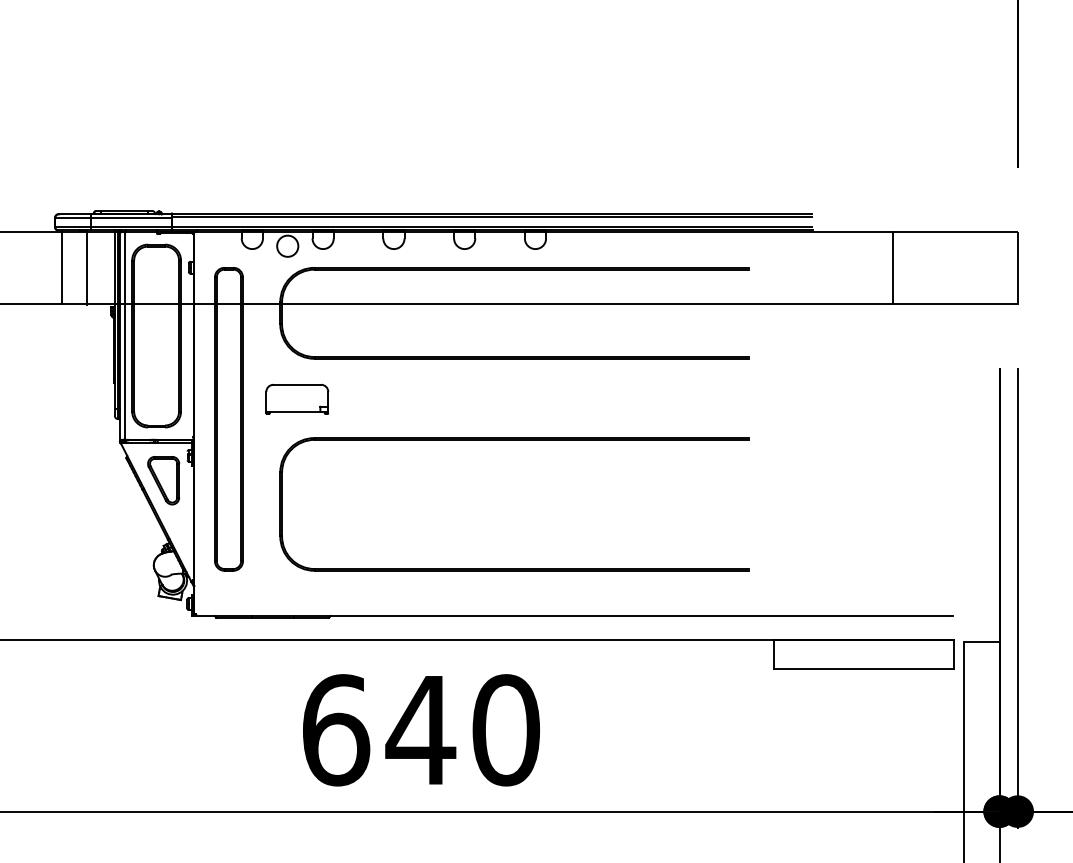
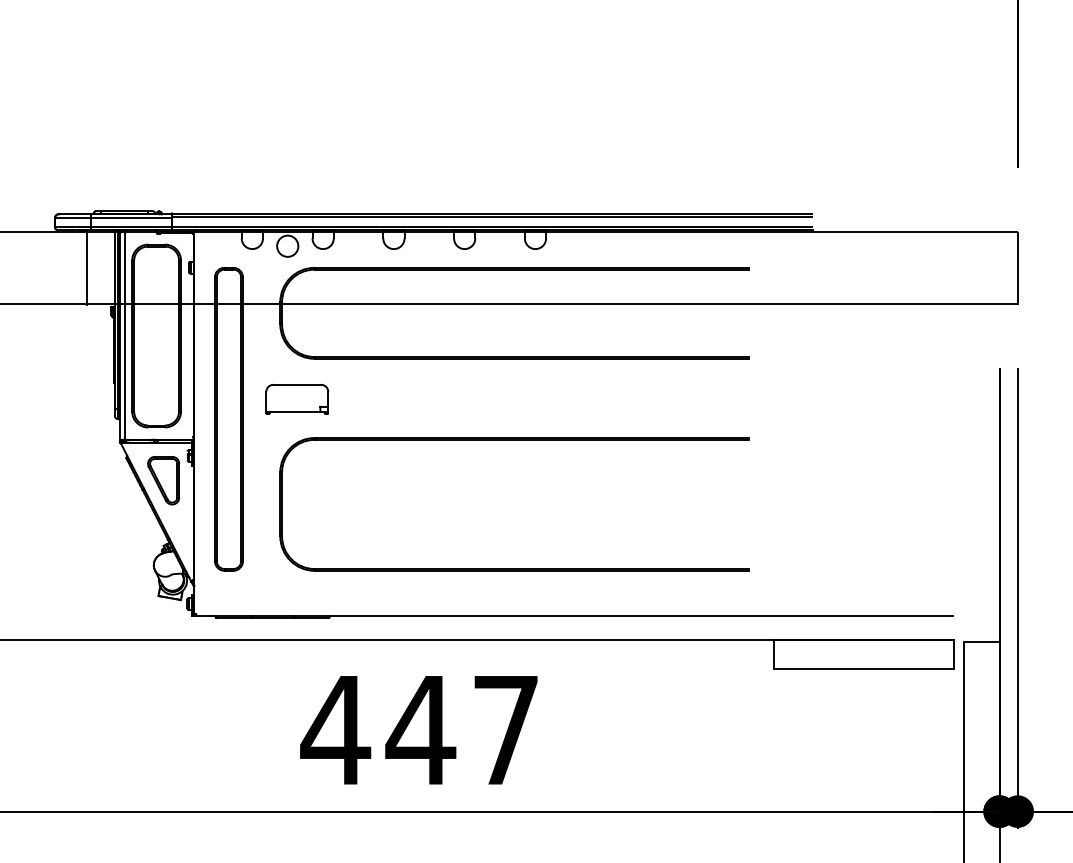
line at (61, 267): present -> none
line at (893, 267): present -> none
text at (419, 730): 640 -> 447
